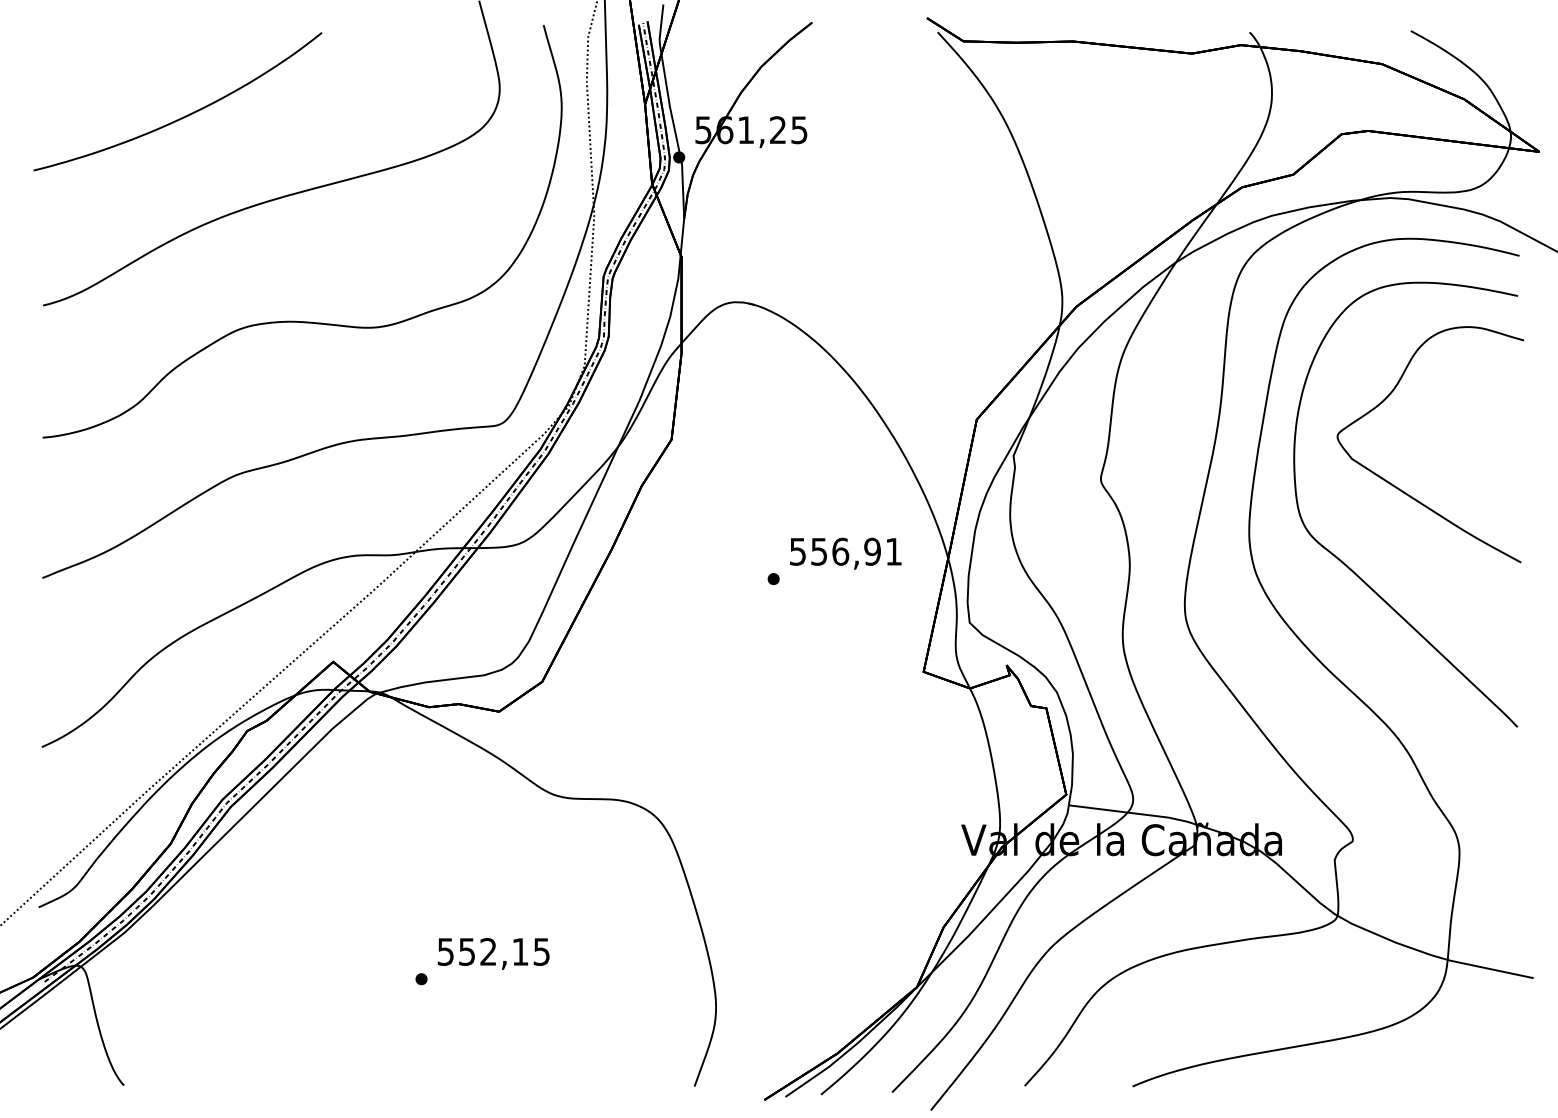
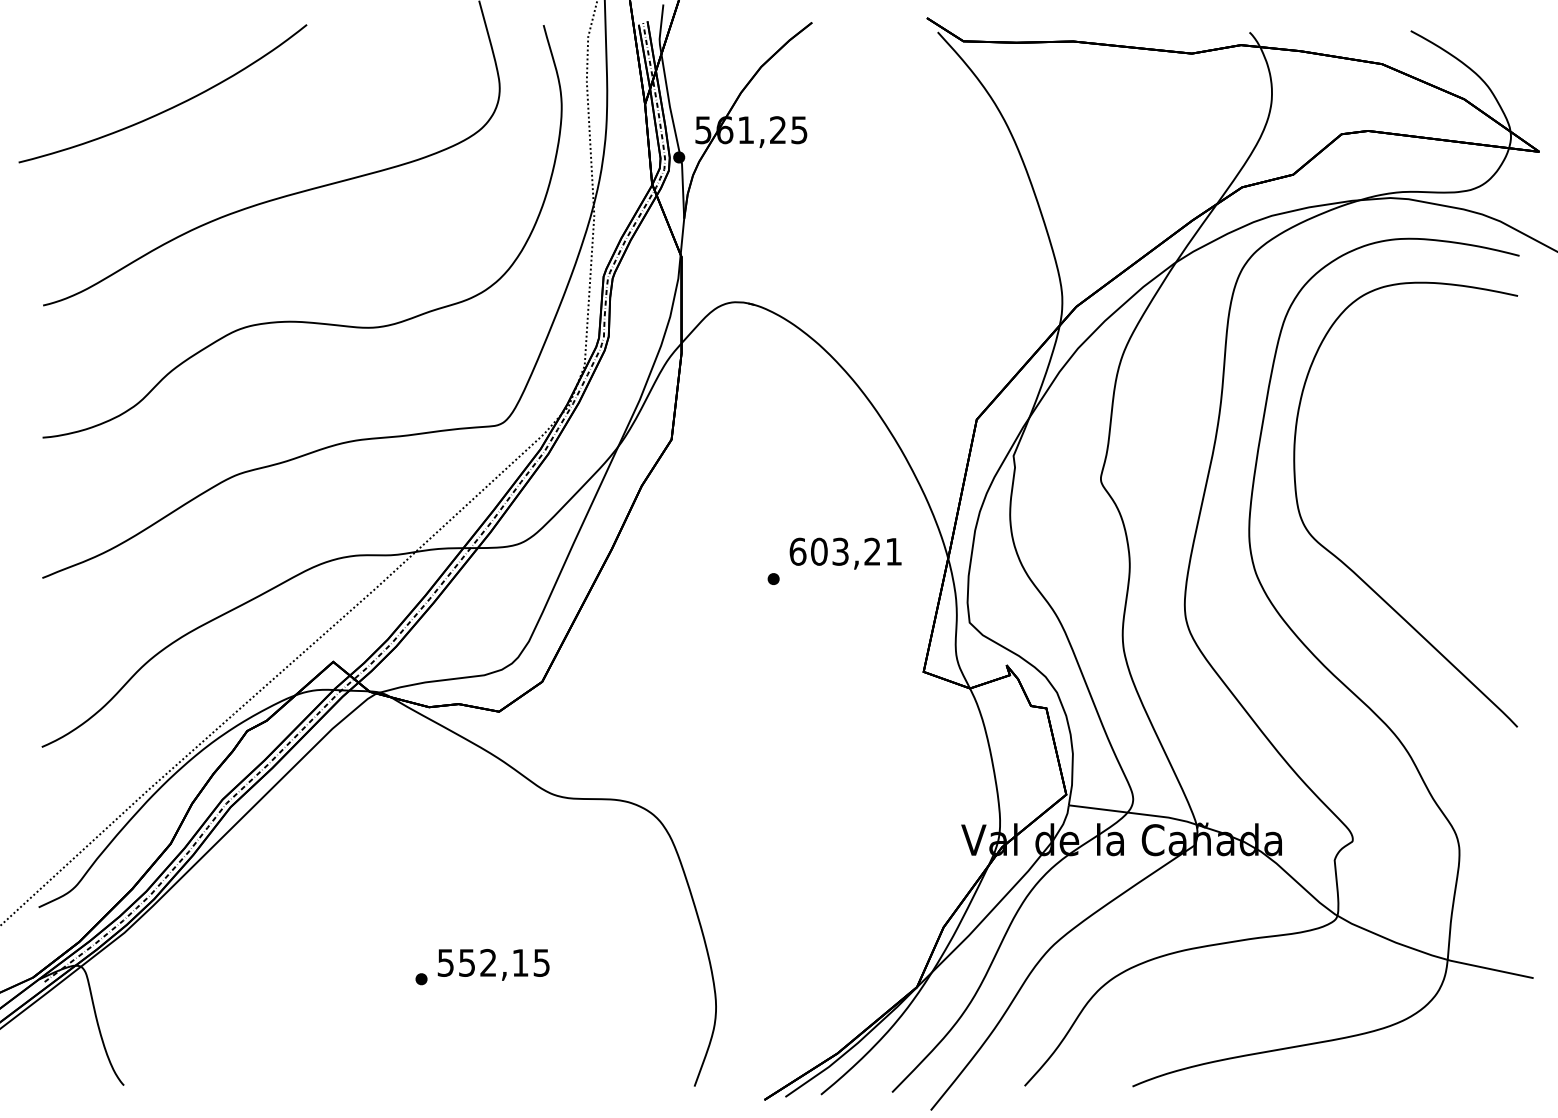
curve at (185, 115) position: (185, 115) -> (170, 107)
curve at (1401, 489): present -> none
text at (834, 551): 556,91 -> 603,21
text at (493, 953) position: (493, 953) -> (493, 964)
